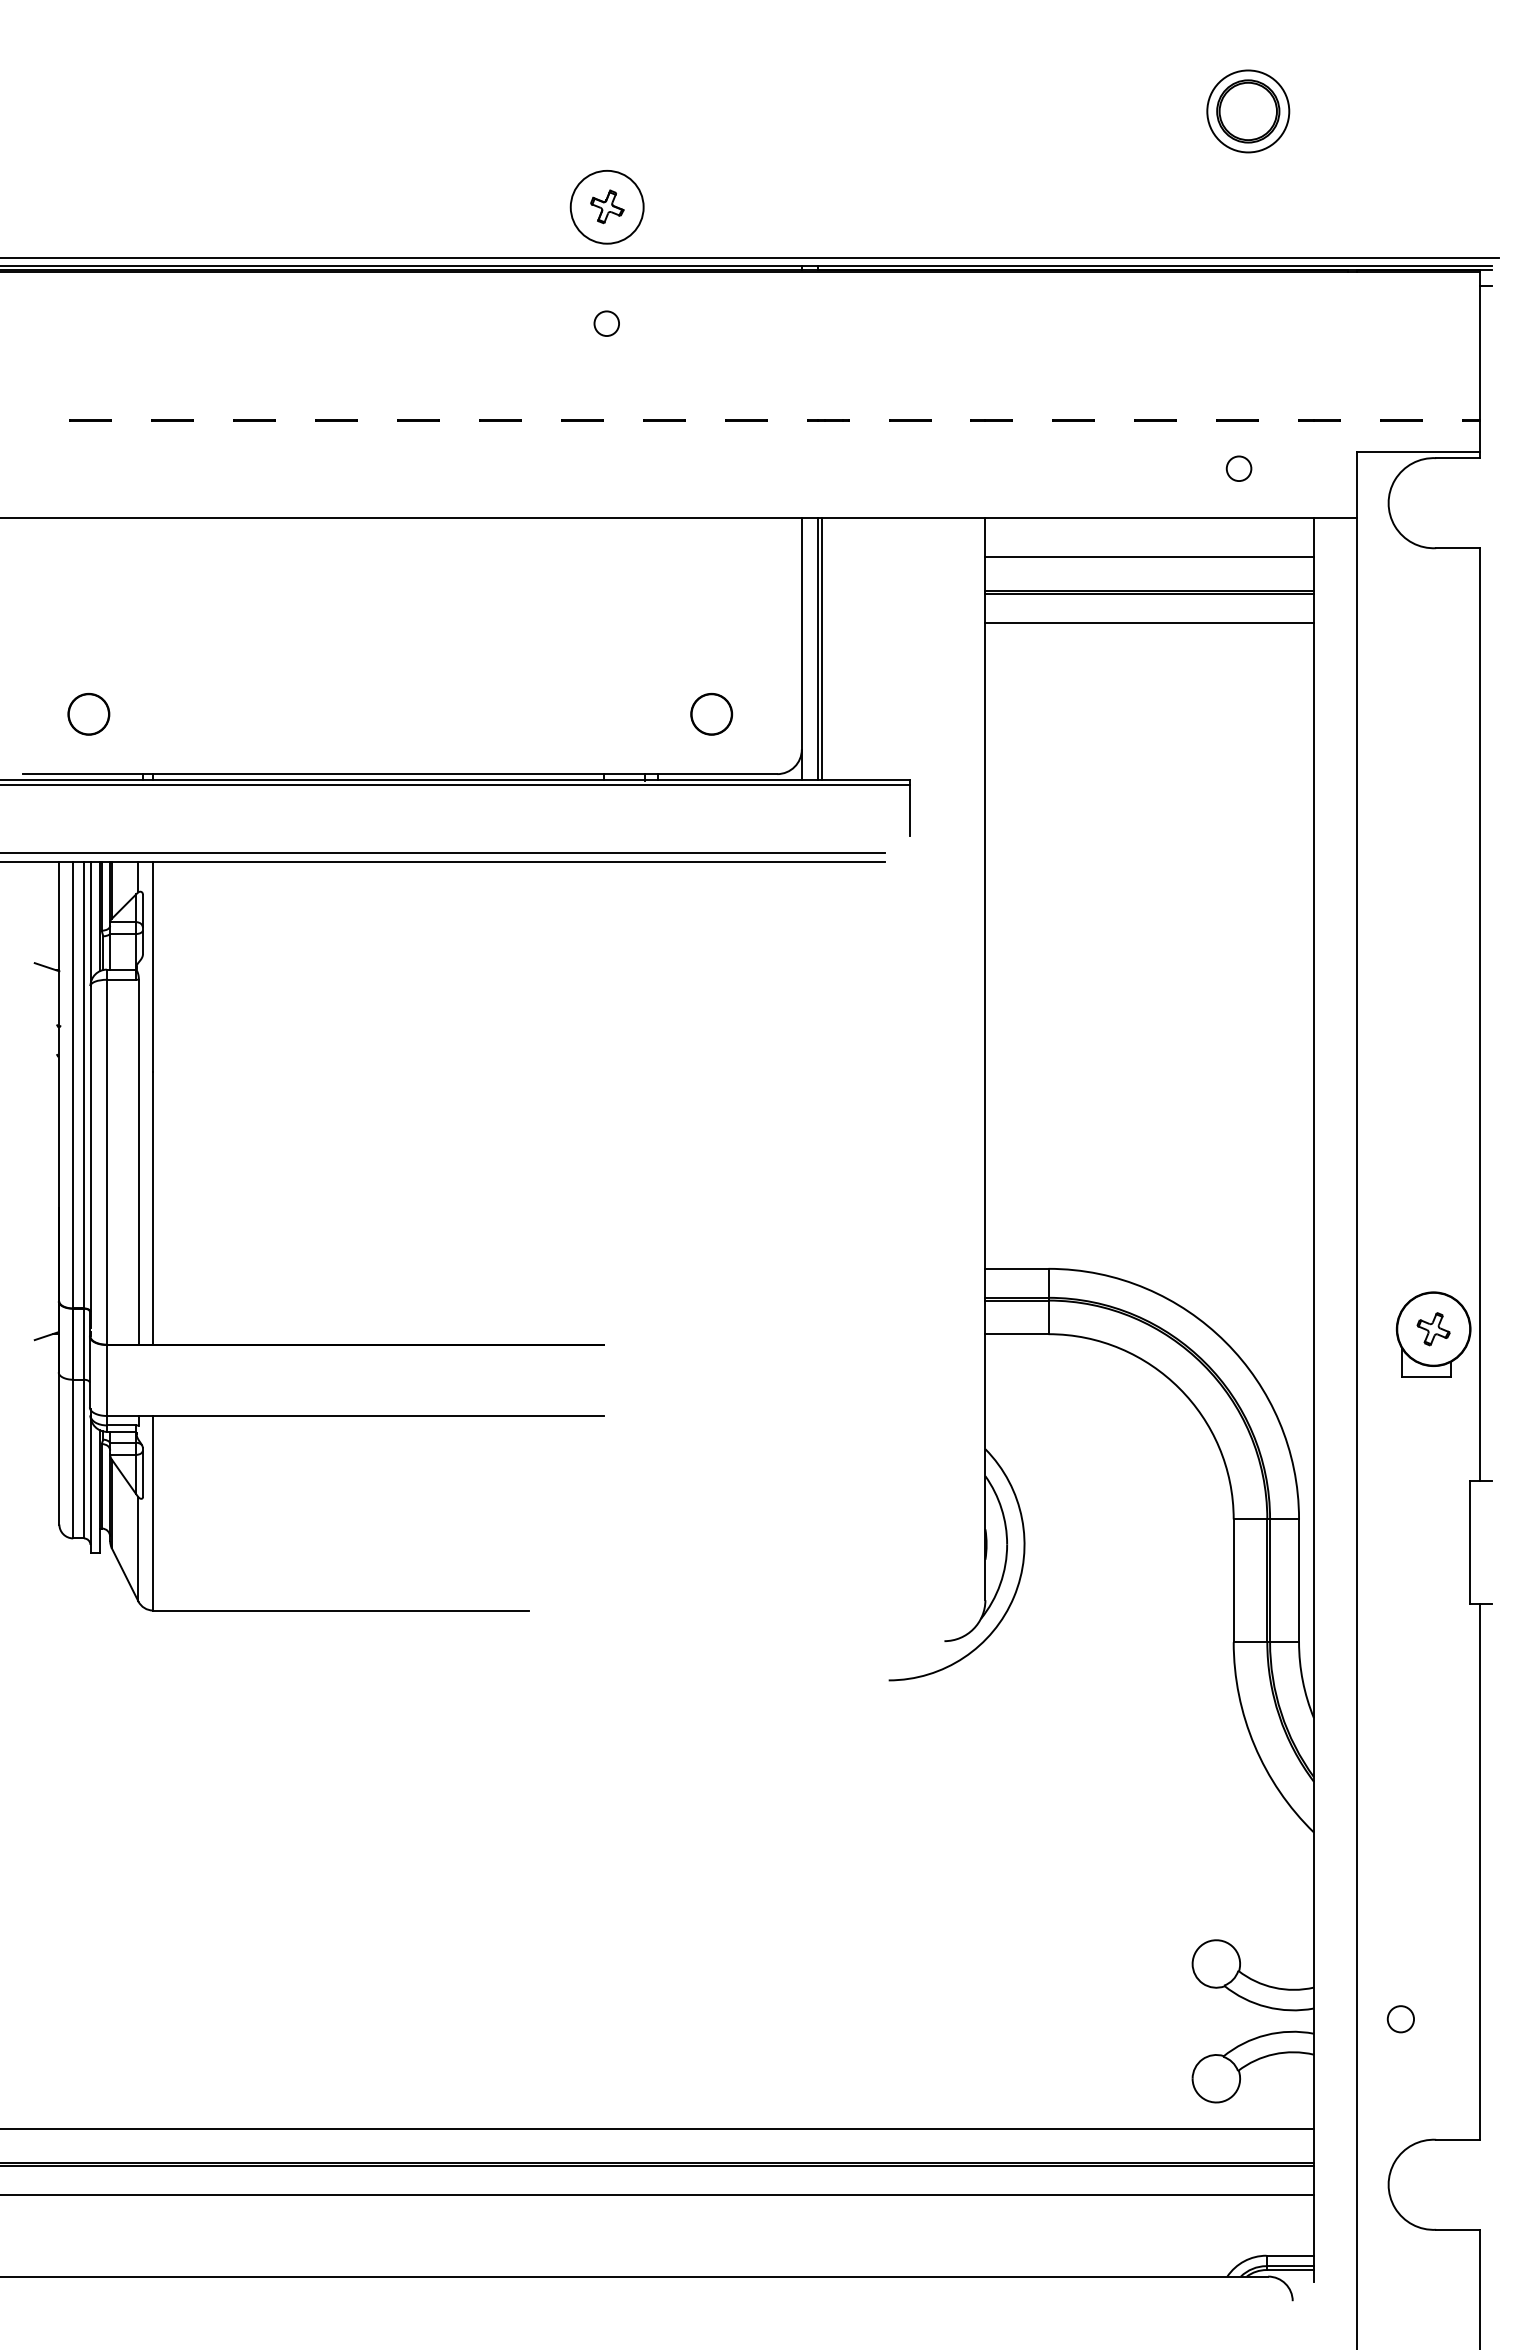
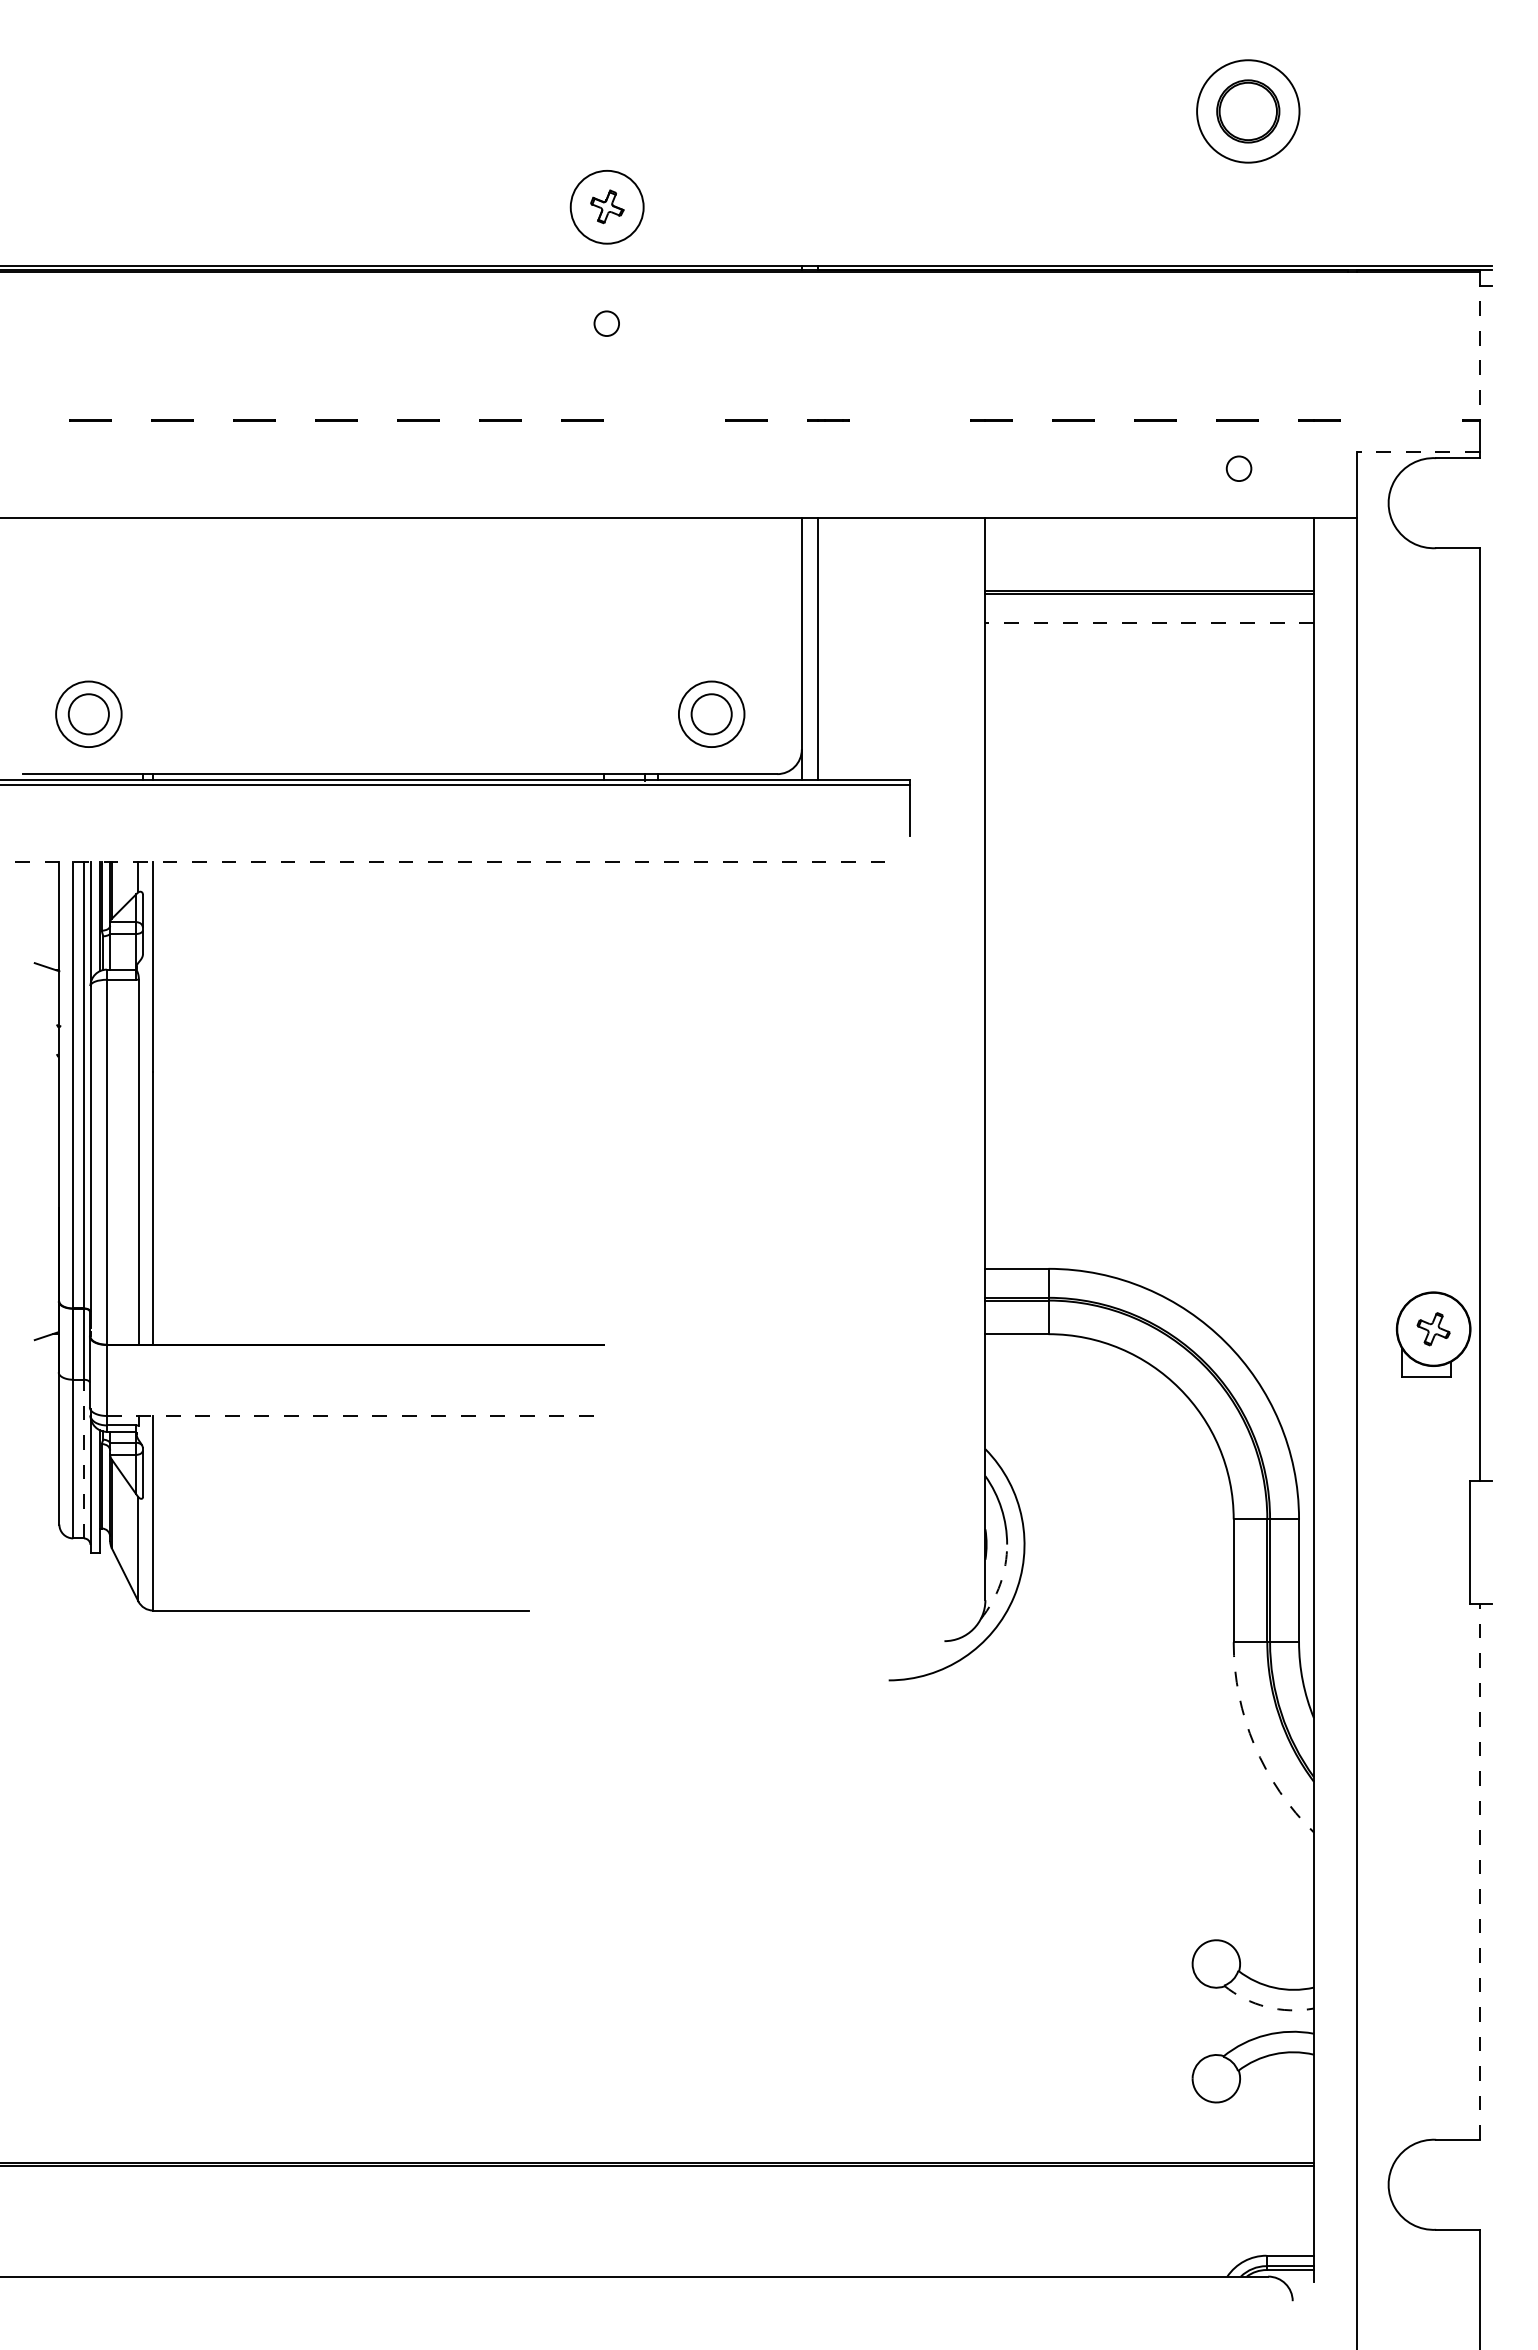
circle at (1248, 111) diameter: 82 px -> 102 px
line at (750, 258): present -> none
line at (1479, 346): solid -> dashed
line at (664, 420): present -> none
line at (910, 420): present -> none
line at (1401, 420): present -> none
line at (1417, 452): solid -> dashed
line at (1149, 557): present -> none
line at (1149, 622): solid -> dashed
line at (821, 648): present -> none
circle at (88, 713) diameter: 41 px -> 66 px
circle at (711, 713) diameter: 41 px -> 66 px
line at (443, 853): present -> none
line at (442, 862): solid -> dashed
line at (355, 1415): solid -> dashed
line at (83, 1458): solid -> dashed
arc at (1000, 1584): solid -> dashed
arc at (1254, 1745): solid -> dashed
line at (1479, 1871): solid -> dashed
arc at (1266, 2006): solid -> dashed
circle at (1400, 2019): present -> none
line at (658, 2129): present -> none
line at (658, 2194): present -> none
